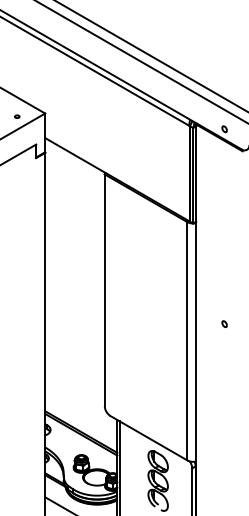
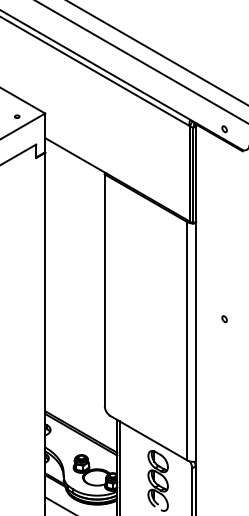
line at (151, 56) position: (151, 56) -> (157, 52)
part at (224, 323) position: (224, 323) -> (224, 318)
